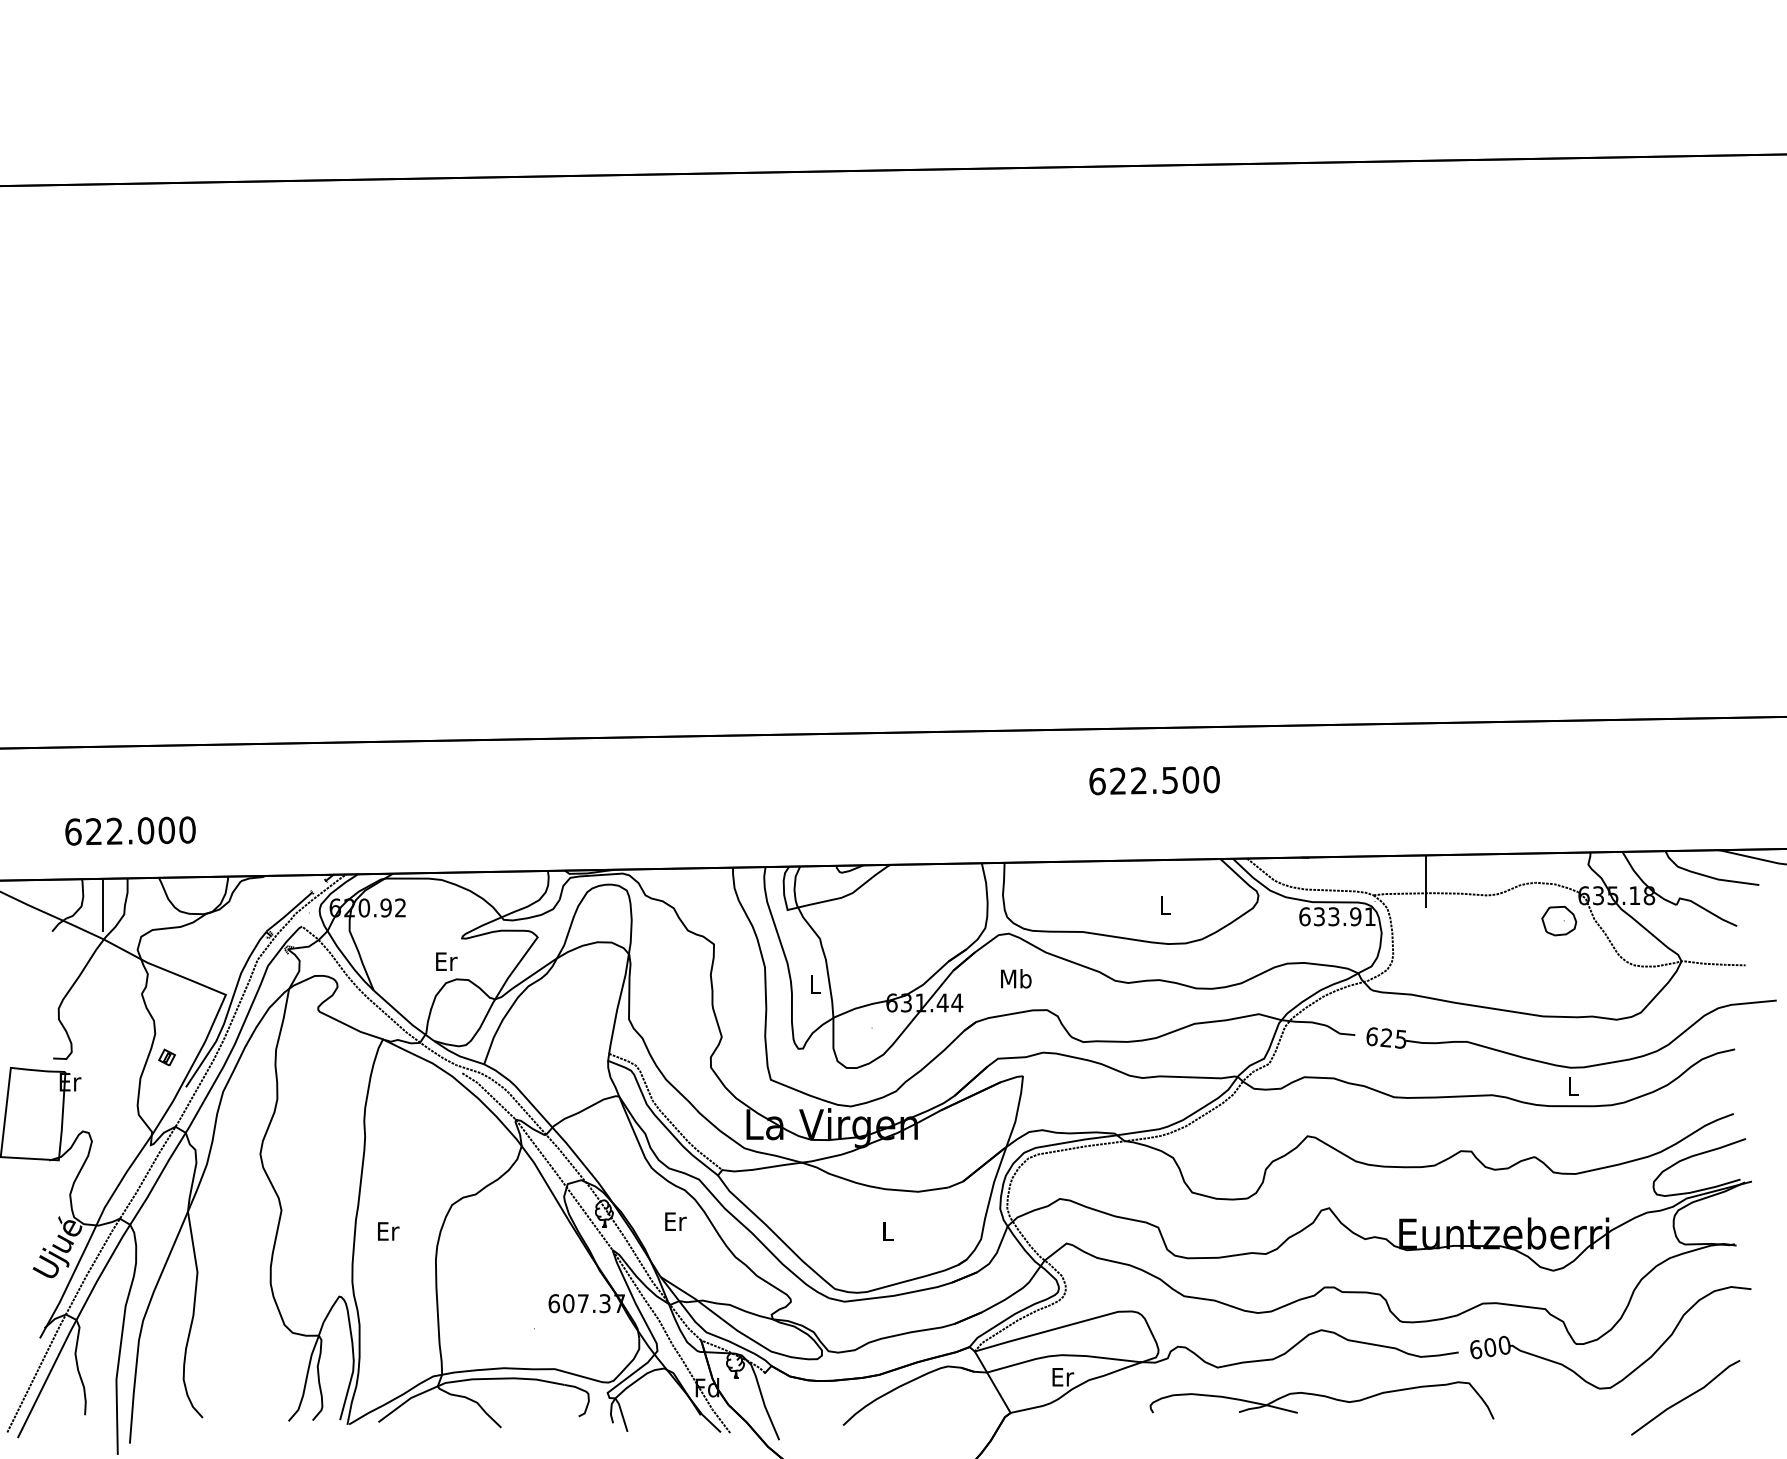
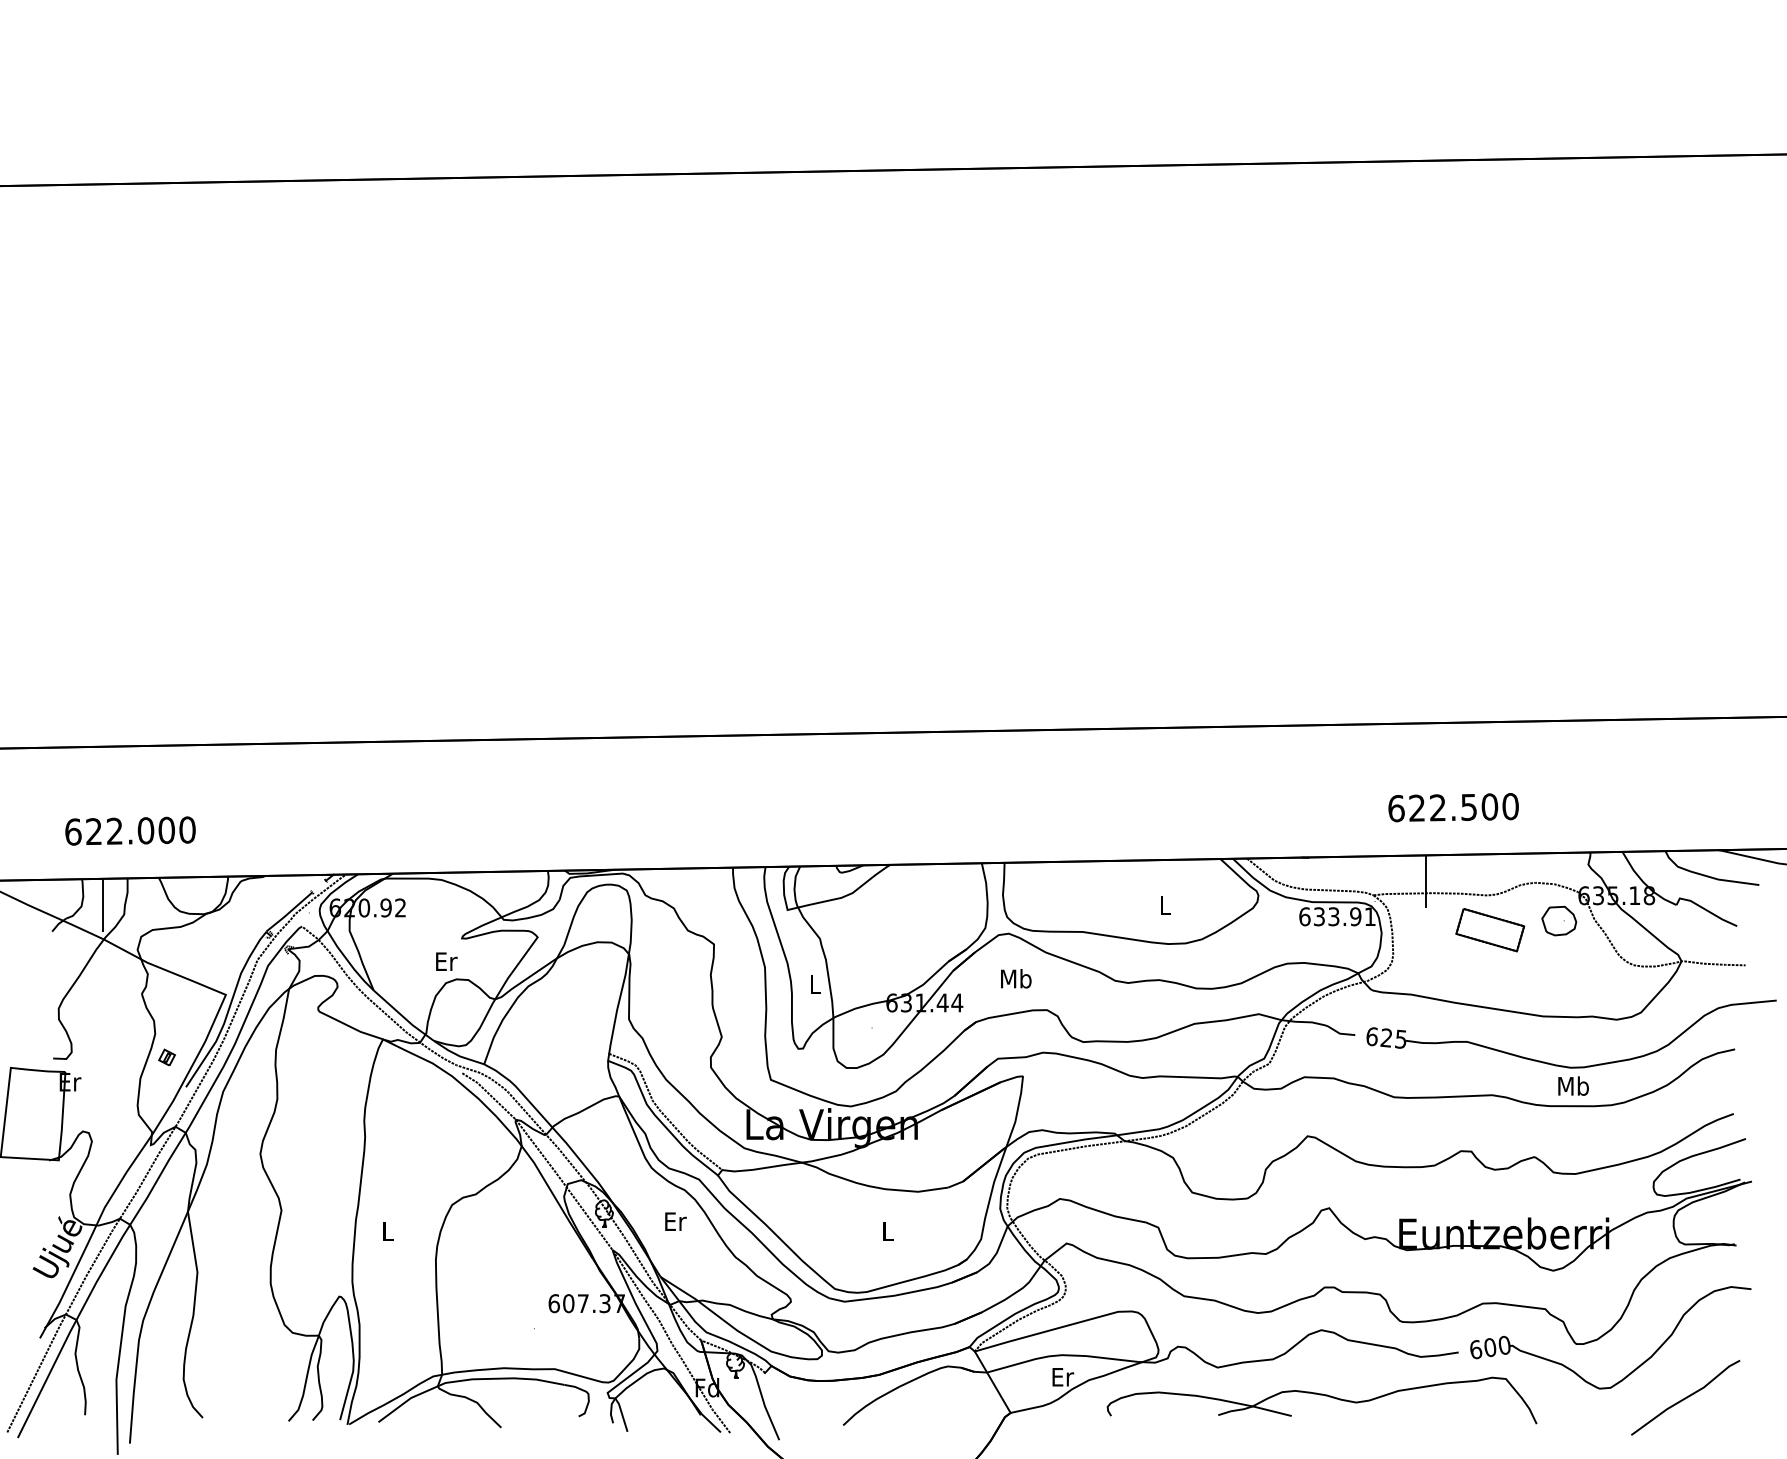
text at (1154, 780) position: (1154, 780) -> (1453, 807)
part at (1490, 930): none -> present
text at (1573, 1085): L -> Mb
text at (388, 1231): Er -> L
part at (1321, 1400) size: 346x39 px -> 432x49 px
